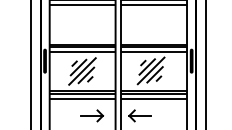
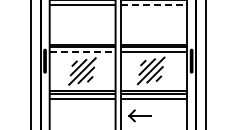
line at (154, 5): solid -> dashed
line at (82, 51): solid -> dashed
part at (91, 115): present -> none
